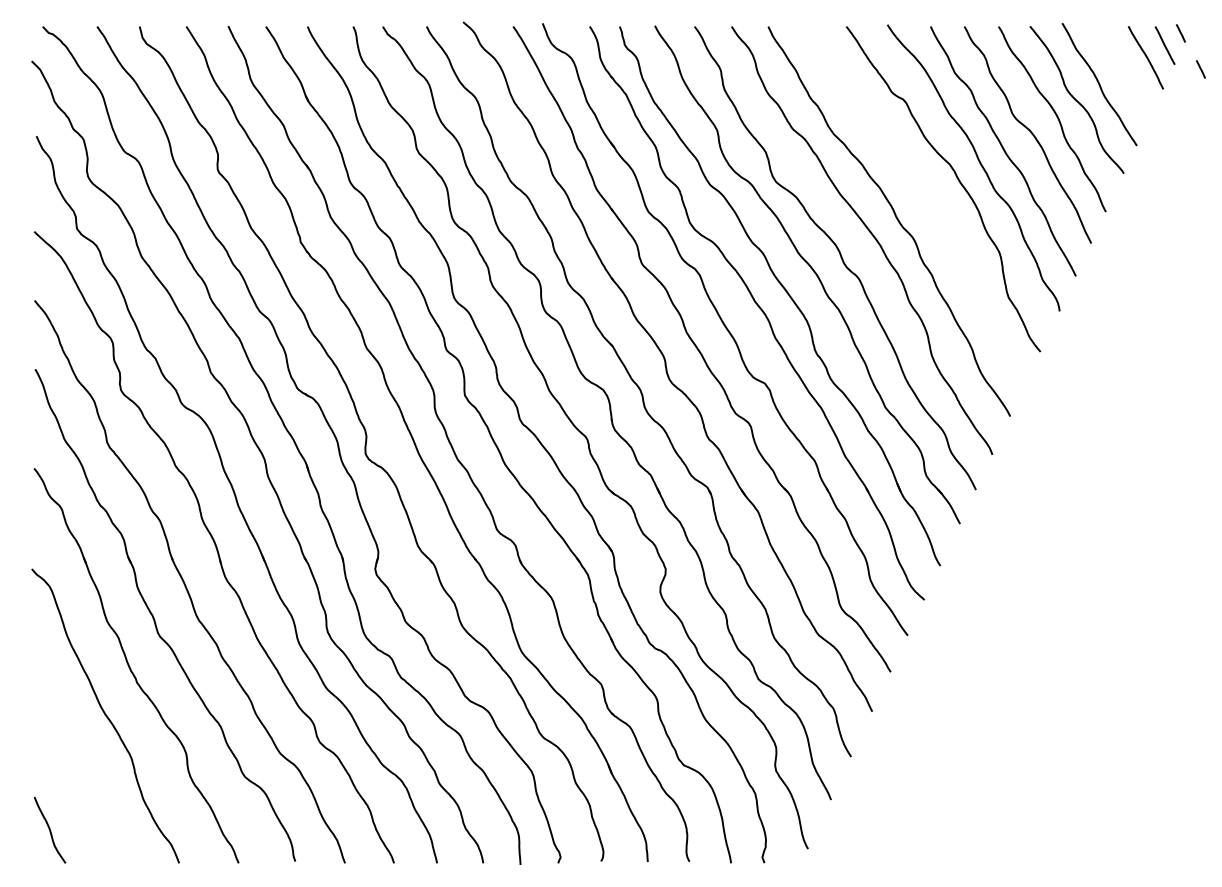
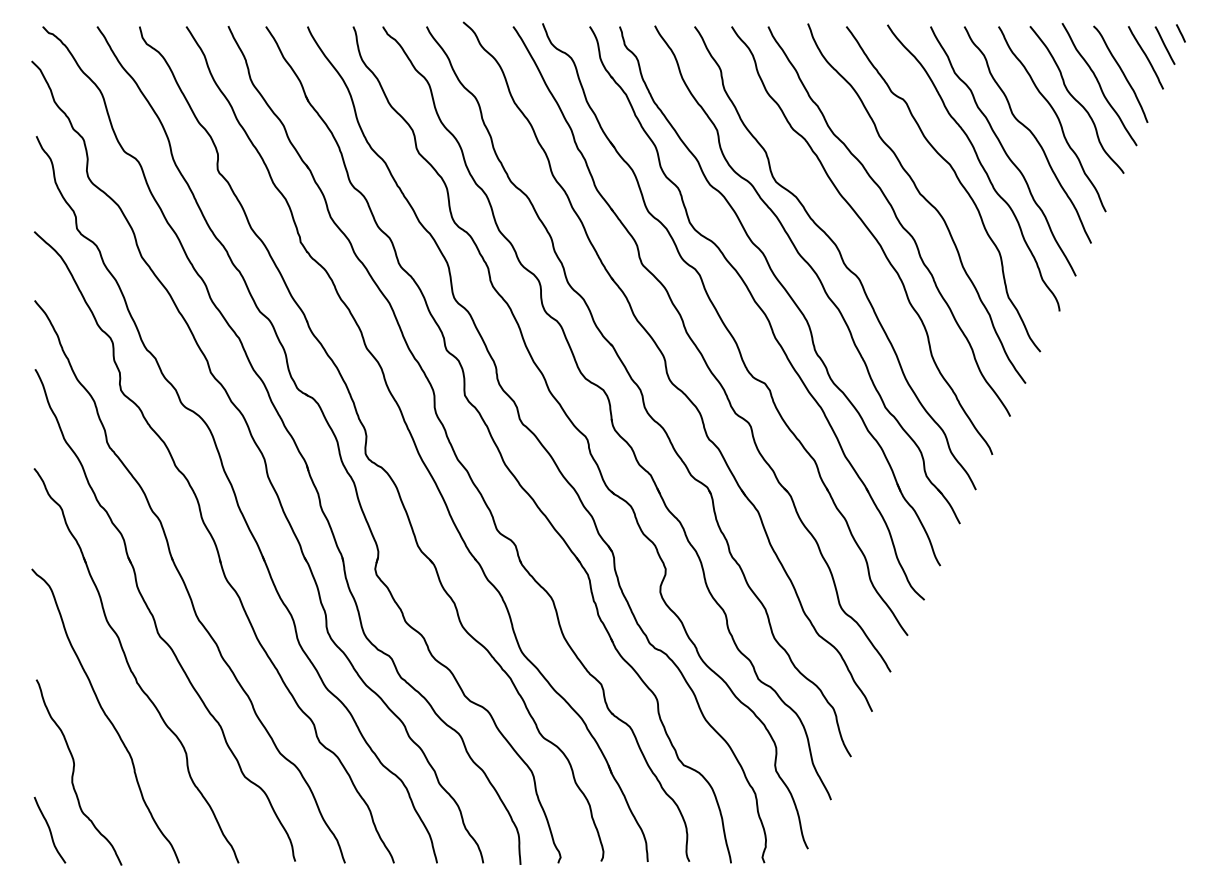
line at (1200, 69): present -> none
curve at (1121, 72): none -> present
curve at (922, 197): none -> present
curve at (74, 772): none -> present
